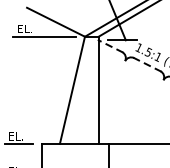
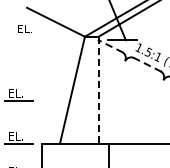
line at (44, 36): present -> none
line at (98, 90): solid -> dashed
part at (18, 95): none -> present
